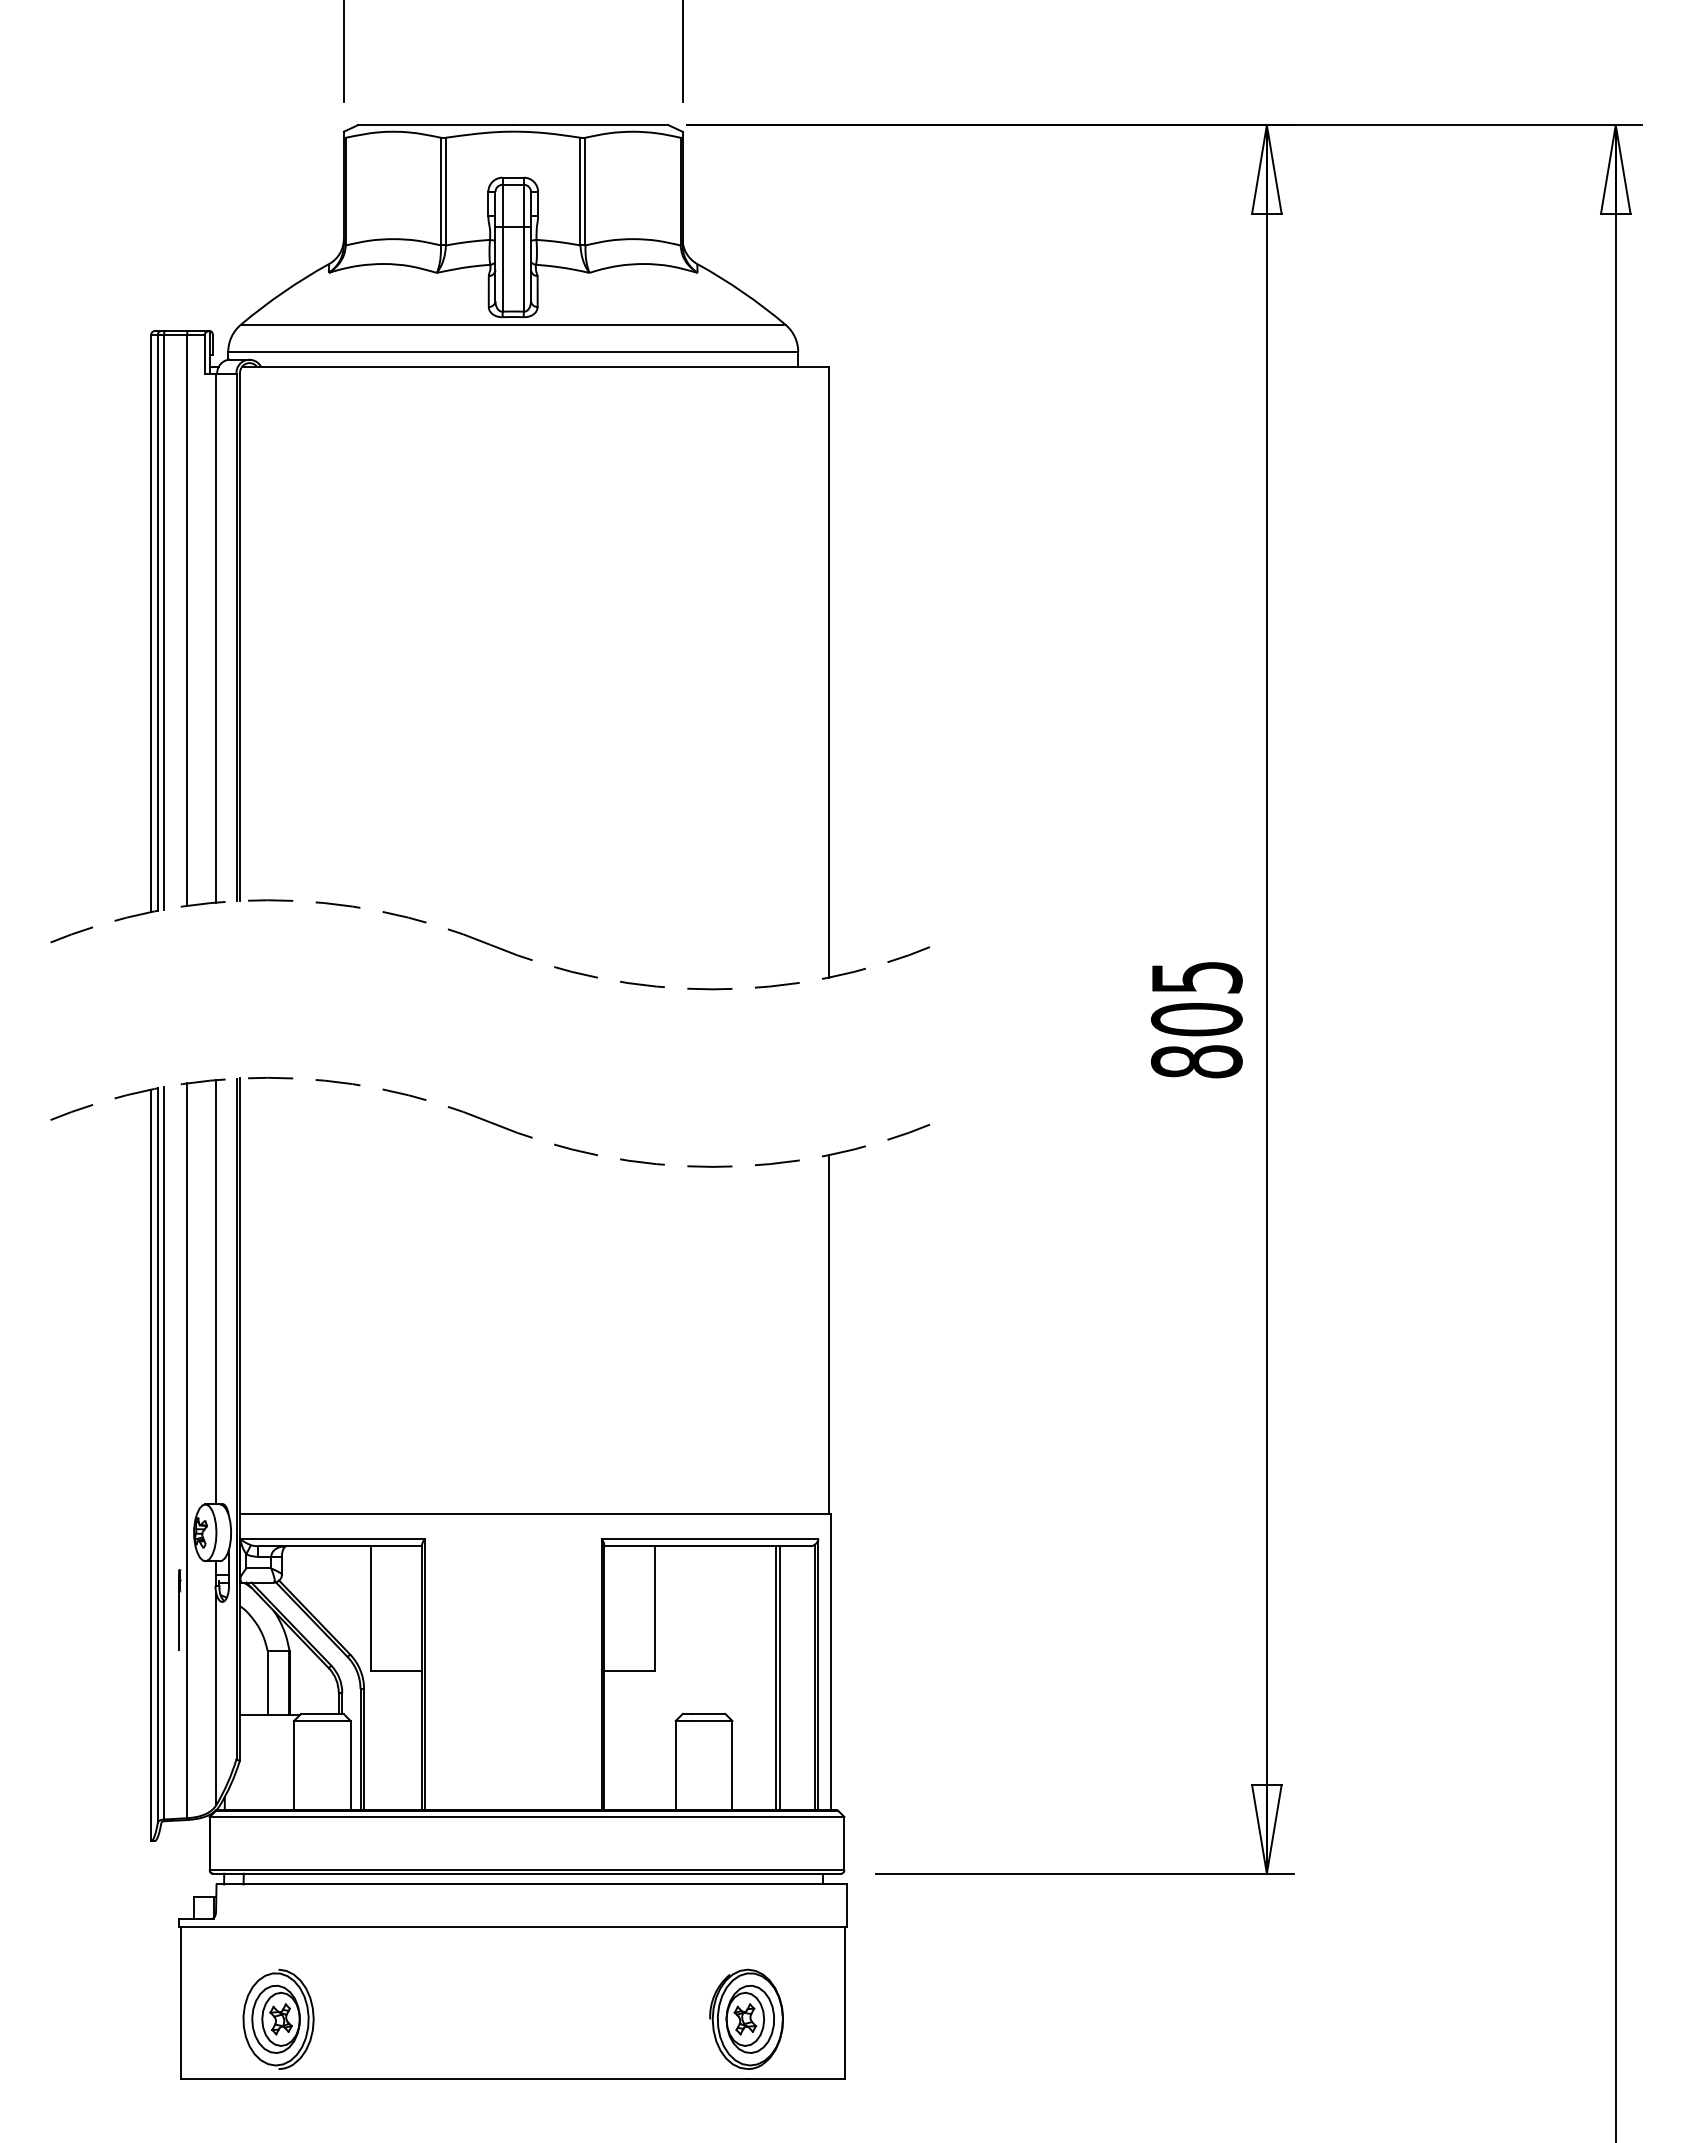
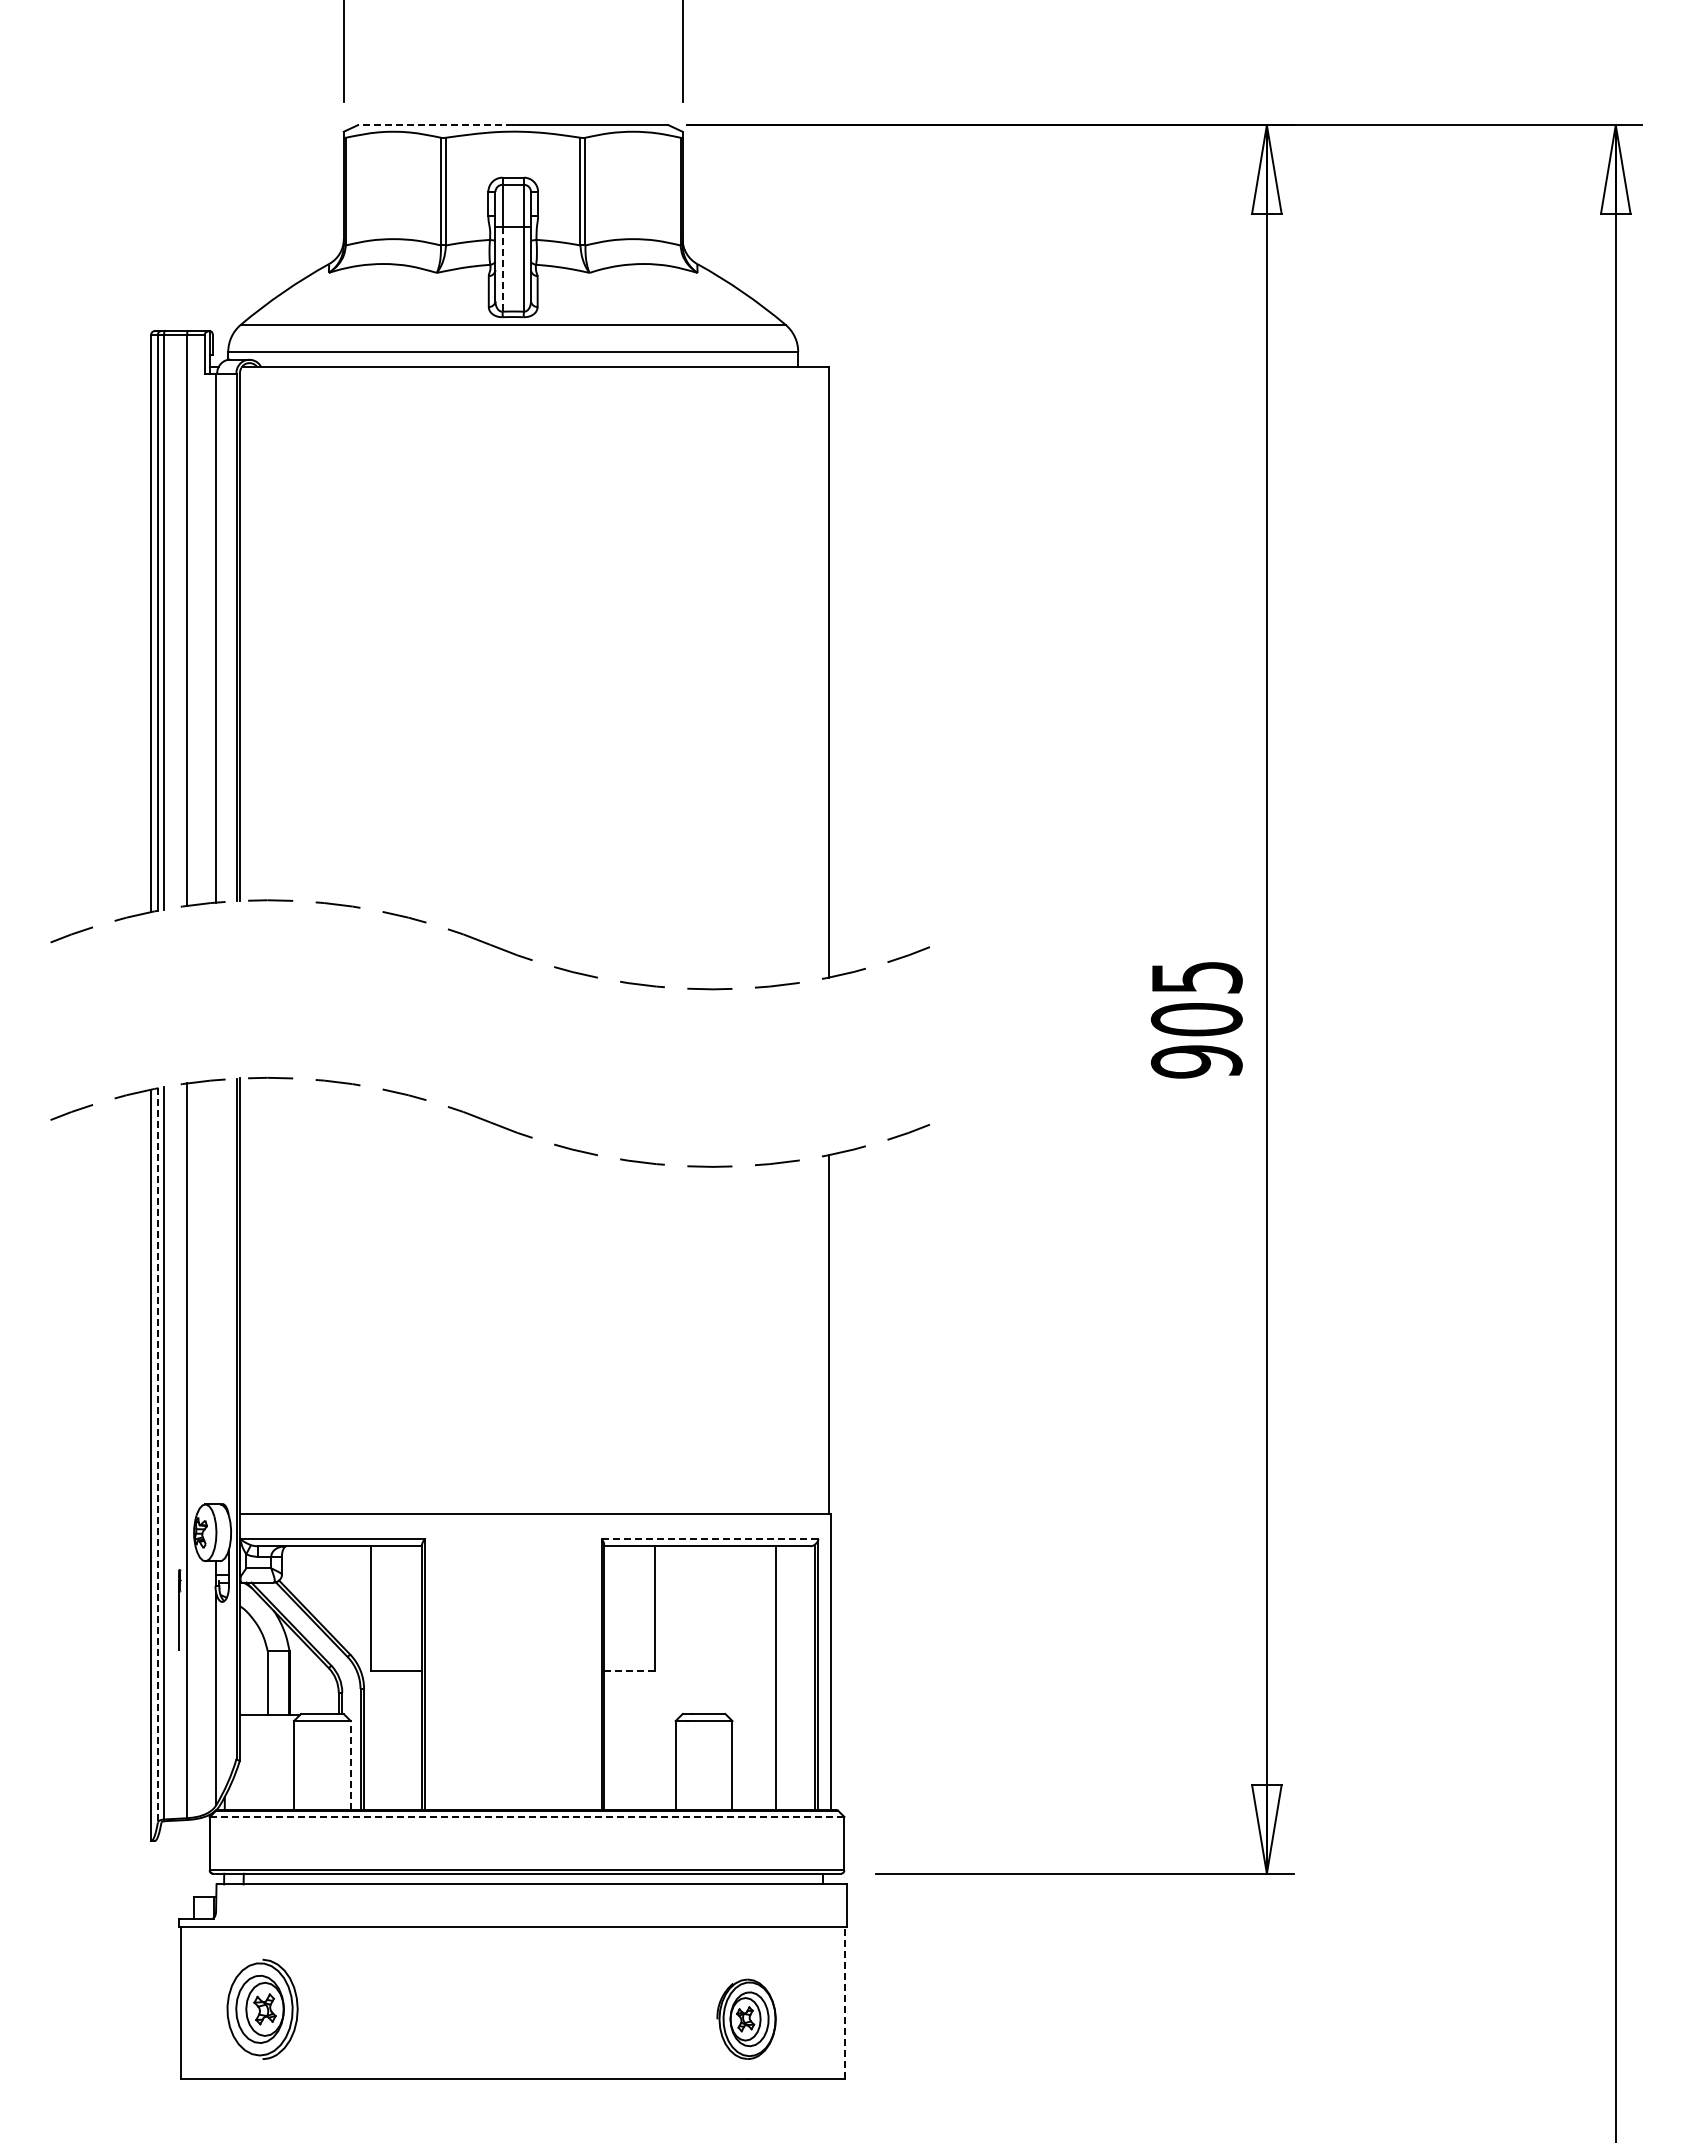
line at (435, 125): solid -> dashed
line at (502, 270): solid -> dashed
text at (1196, 1061): 805 -> 905
line at (216, 1292): present -> none
line at (157, 1455): solid -> dashed
line at (710, 1539): solid -> dashed
line at (629, 1671): solid -> dashed
line at (779, 1677): present -> none
line at (350, 1764): solid -> dashed
line at (526, 1816): solid -> dashed
line at (845, 2002): solid -> dashed
part at (278, 2018) position: (278, 2018) -> (262, 2008)
part at (746, 2018) size: 75x102 px -> 61x82 px
